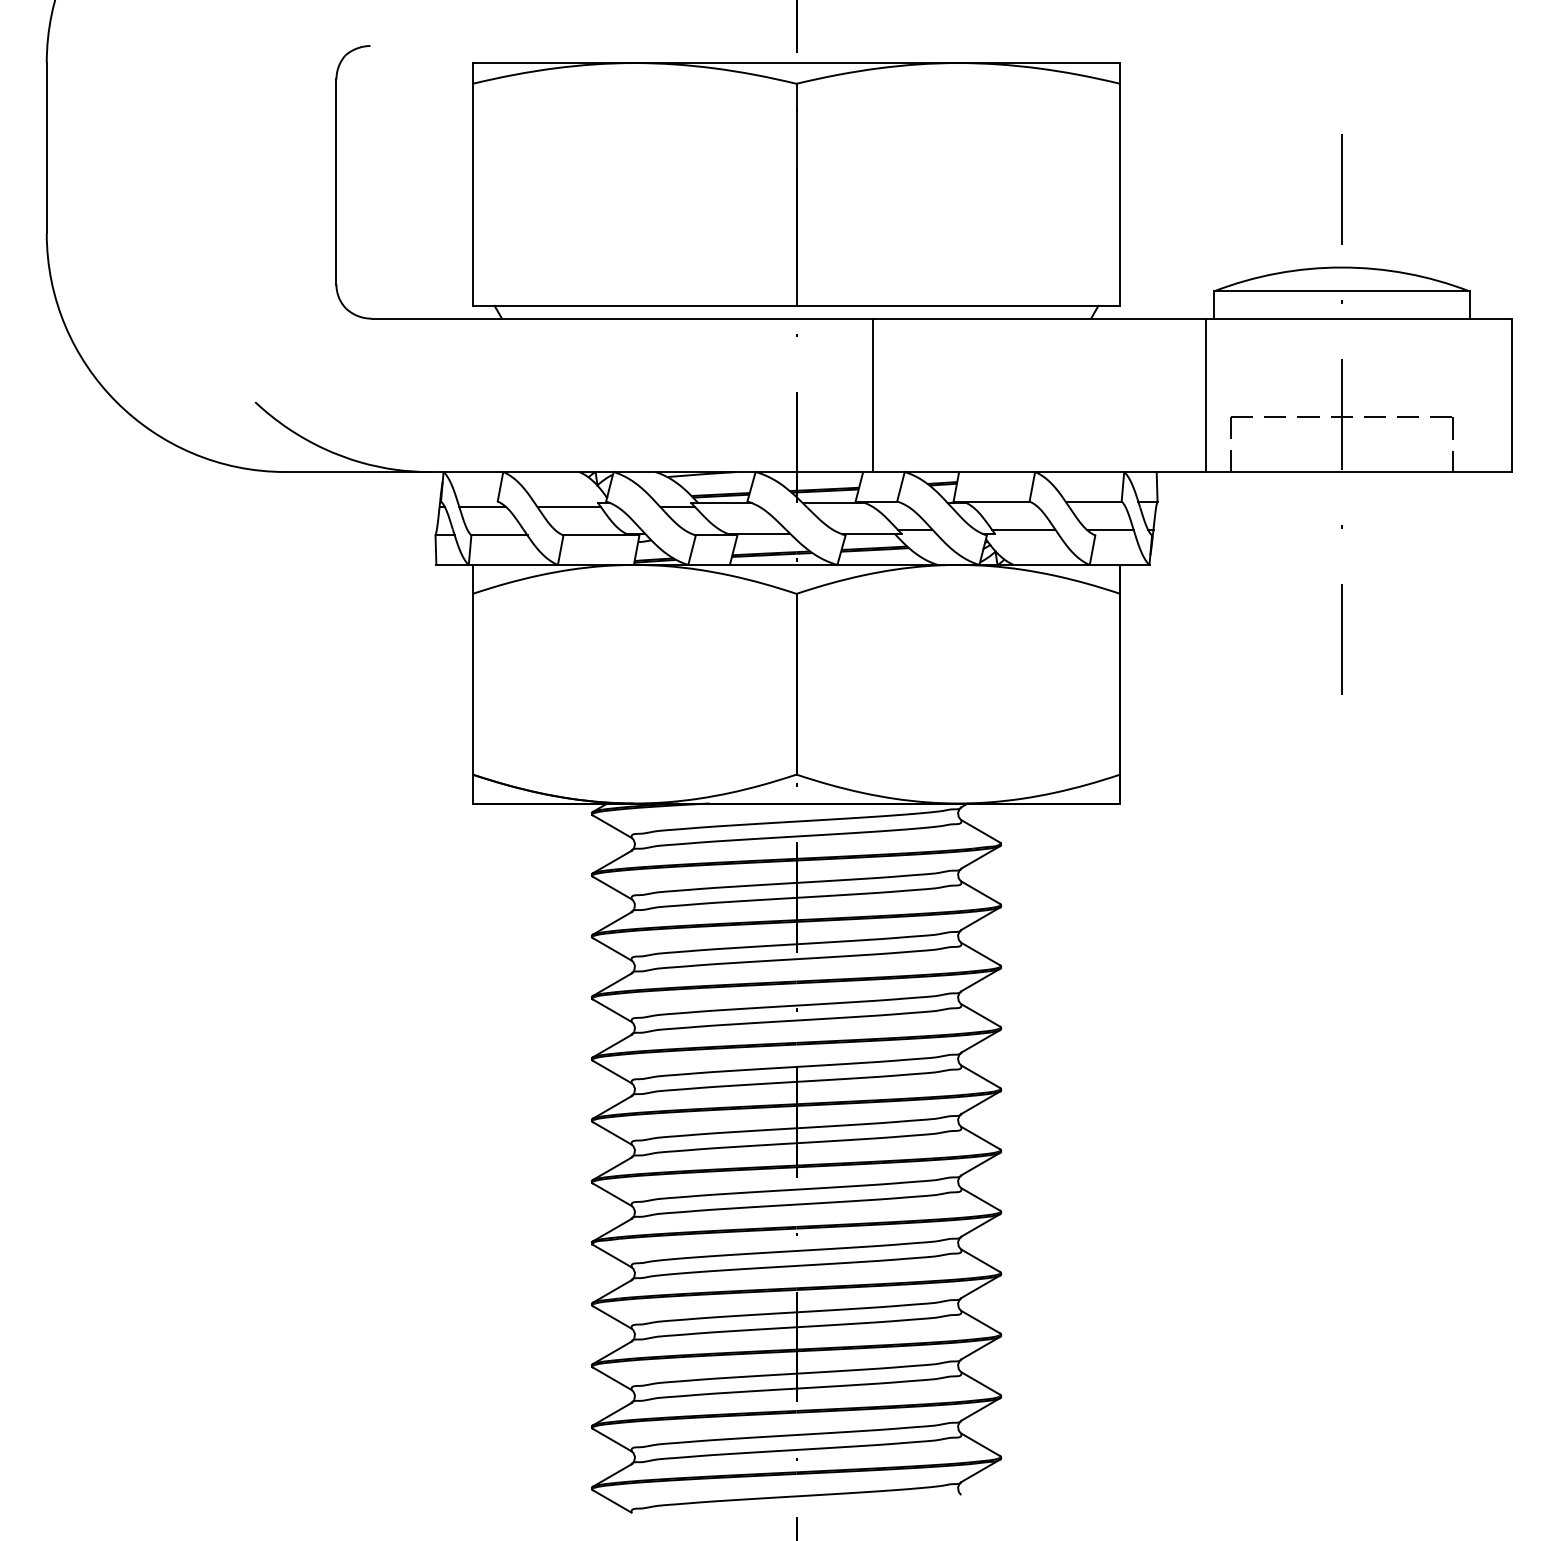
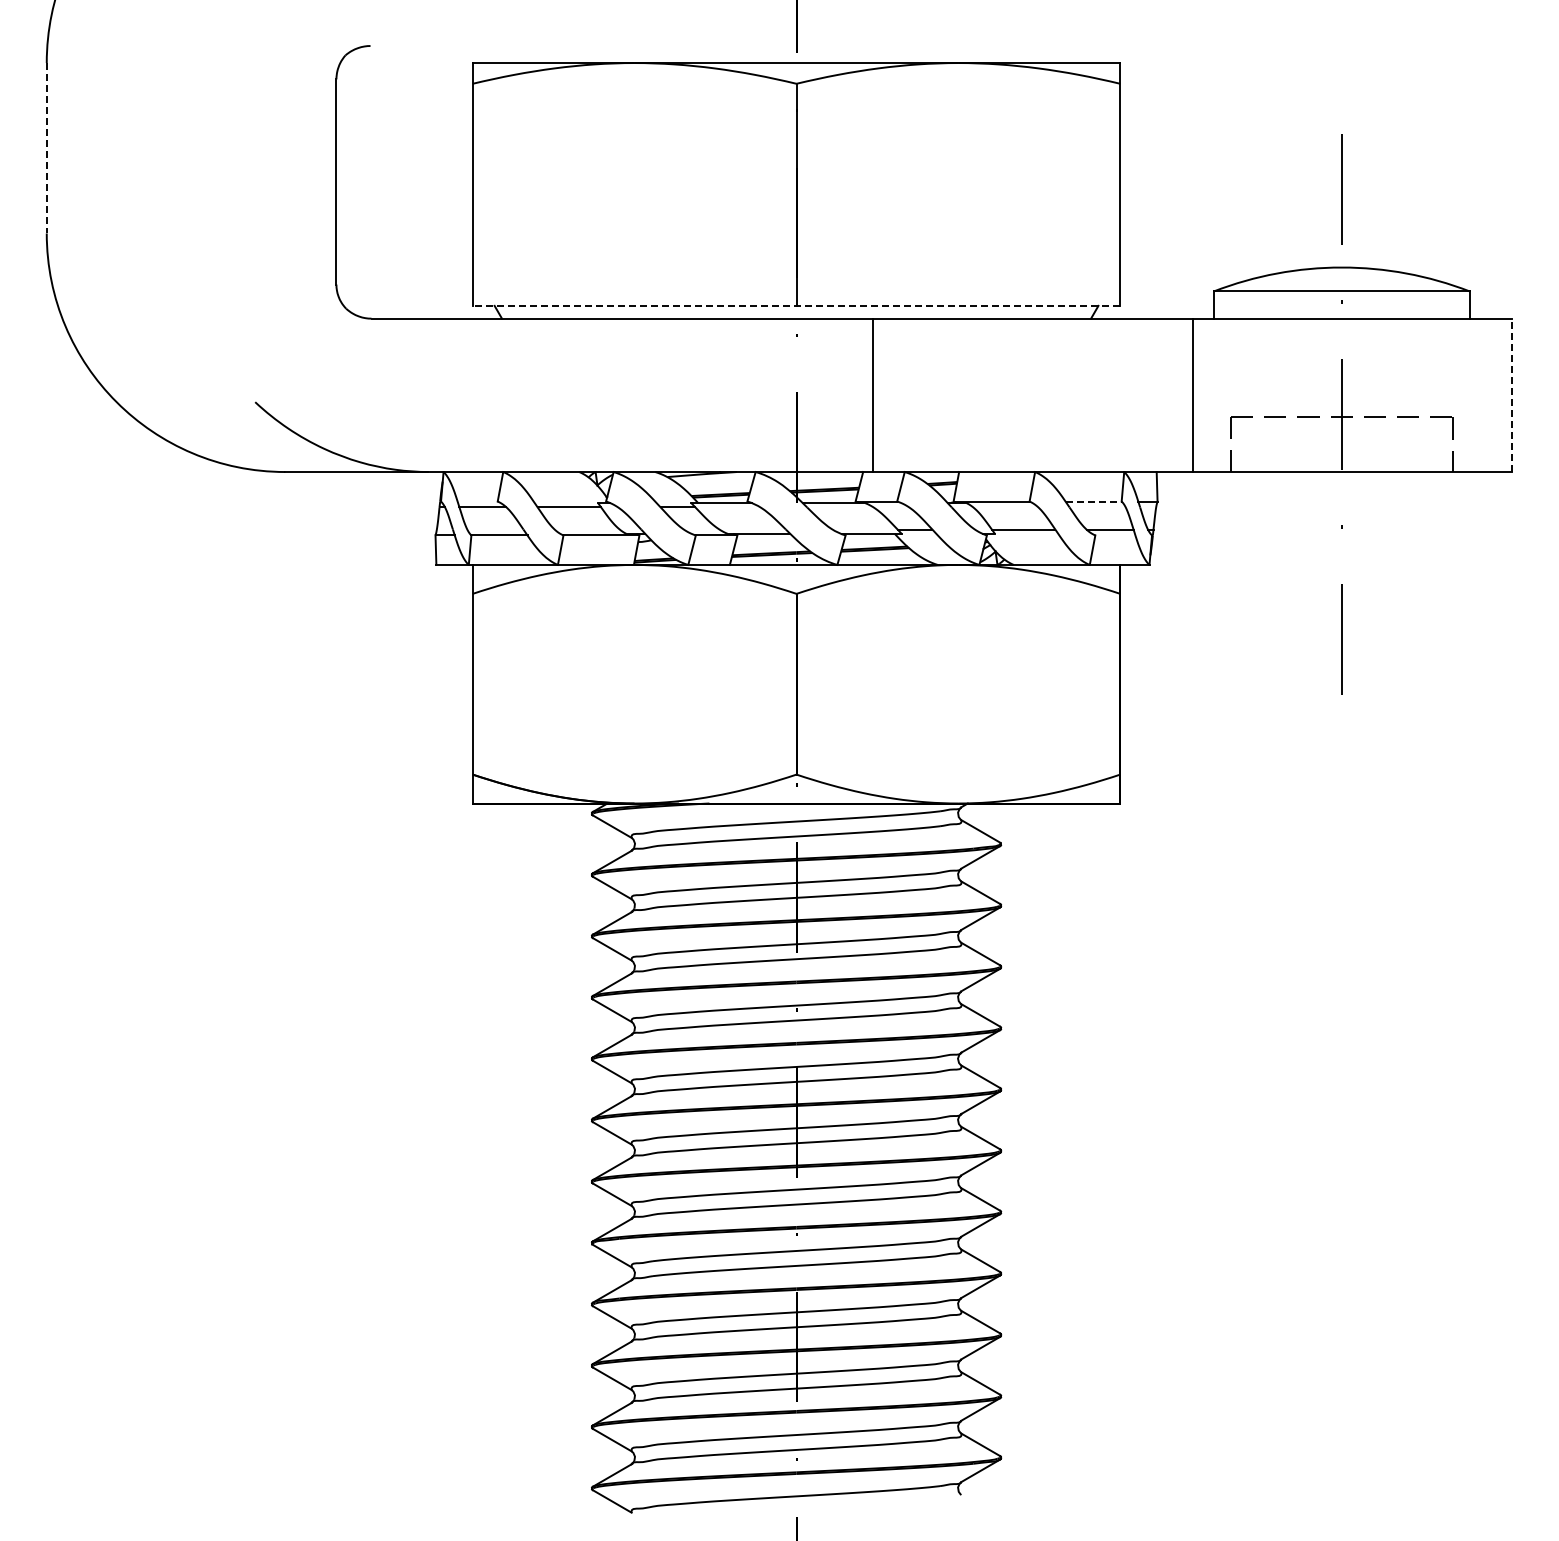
line at (46, 148): solid -> dashed
line at (796, 305): solid -> dashed
line at (1205, 395) position: (1205, 395) -> (1192, 395)
line at (1512, 395): solid -> dashed
line at (1094, 501): solid -> dashed
